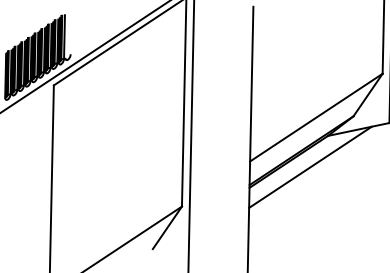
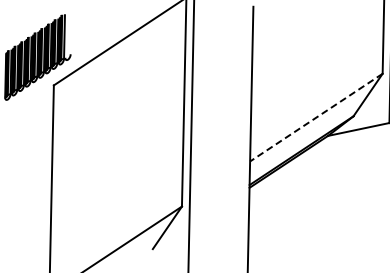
line at (84, 56): present -> none
line at (315, 117): solid -> dashed
line at (310, 166): present -> none
